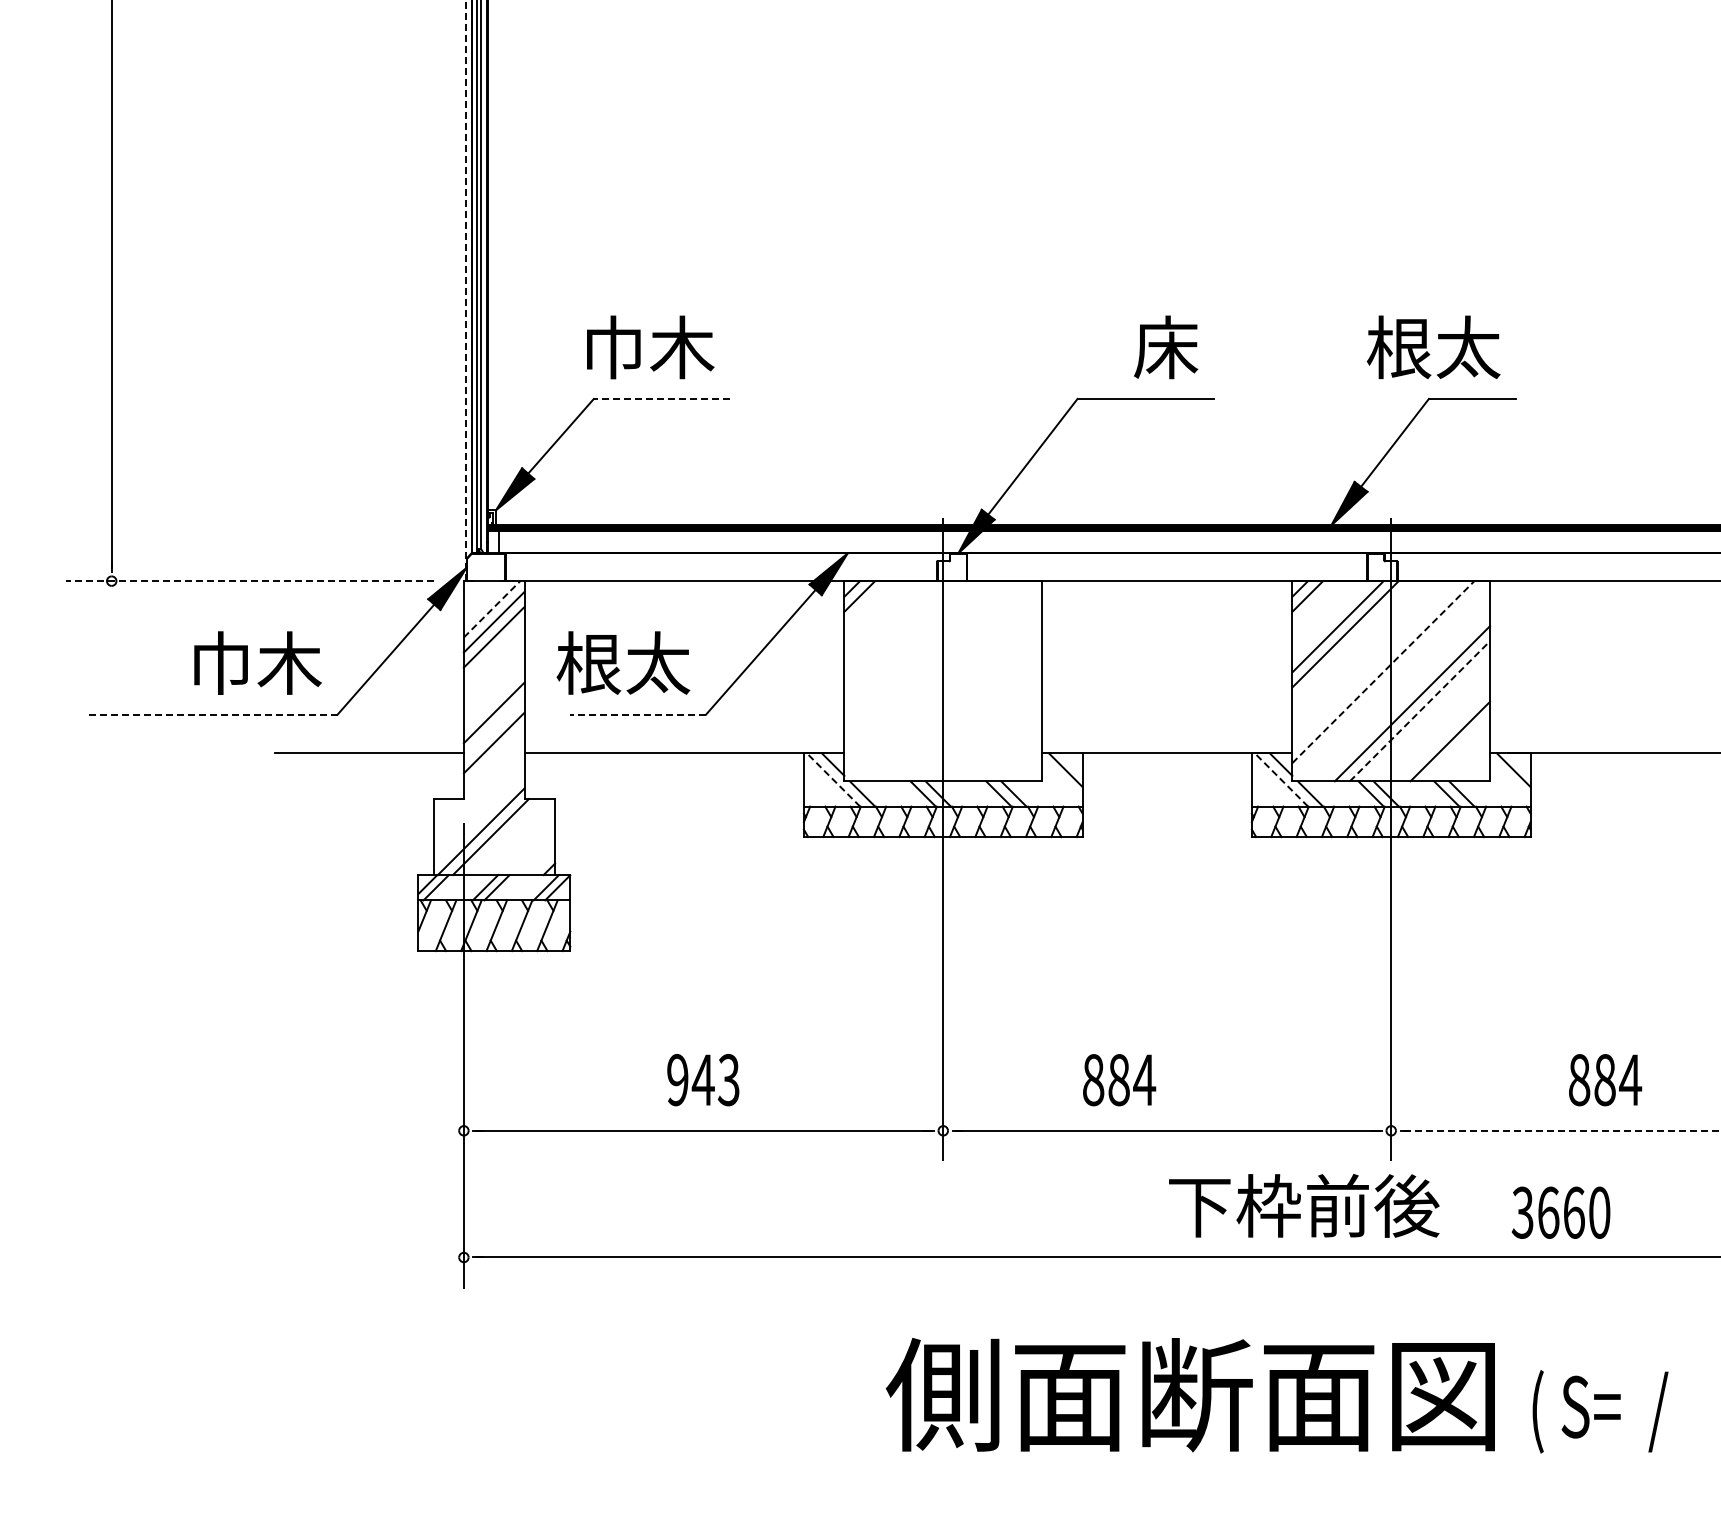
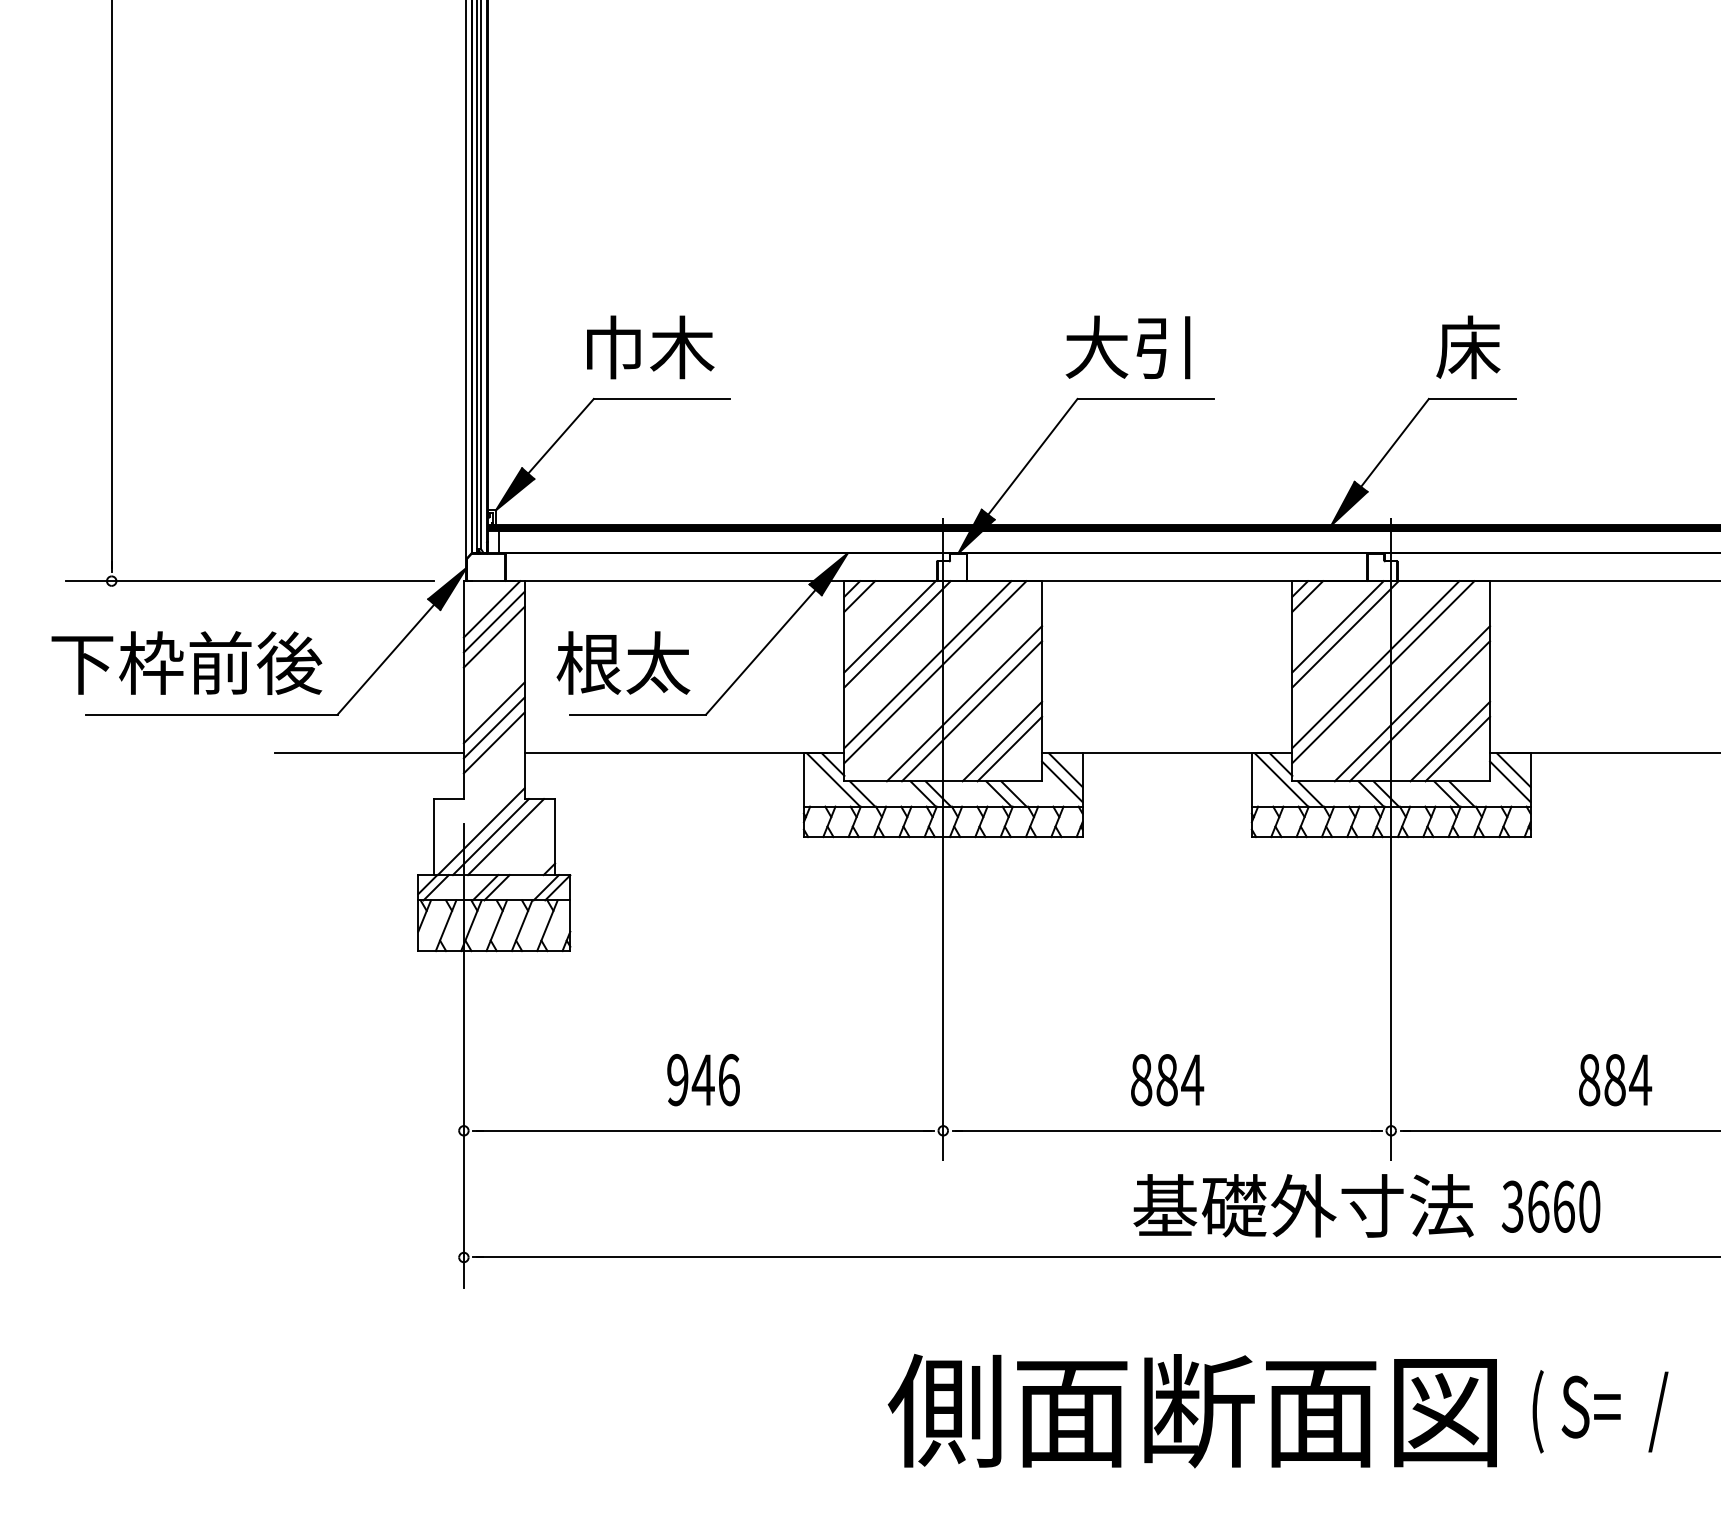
line at (466, 290): dashed -> solid
text at (1131, 347): 床 -> 大引
text at (1433, 347): 根太 -> 床
line at (661, 398): dashed -> solid
line at (249, 581): dashed -> solid
line at (492, 609): dashed -> solid
line at (889, 626): none -> present
line at (897, 634): none -> present
text at (186, 662): 巾木 -> 下枠前後
line at (927, 664): none -> present
line at (1375, 664): none -> present
line at (935, 672): none -> present
line at (1383, 672): dashed -> solid
line at (964, 703): none -> present
line at (1420, 710): dashed -> solid
line at (971, 711): none -> present
line at (212, 714): dashed -> solid
line at (637, 714): dashed -> solid
line at (493, 727): none -> present
line at (1002, 741): none -> present
line at (1009, 748): none -> present
line at (1457, 748): none -> present
line at (833, 780): dashed -> solid
line at (1281, 780): dashed -> solid
line at (1062, 781): none -> present
line at (1510, 781): none -> present
line at (506, 837): none -> present
text at (728, 1080): 943 -> 946
text at (1119, 1080) position: (1119, 1080) -> (1167, 1080)
text at (1605, 1080) position: (1605, 1080) -> (1615, 1080)
line at (1562, 1130): dashed -> solid
text at (1303, 1205): 下枠前後 -> 基礎外寸法
text at (1560, 1212) position: (1560, 1212) -> (1550, 1206)
text at (1189, 1395) position: (1189, 1395) -> (1191, 1411)
